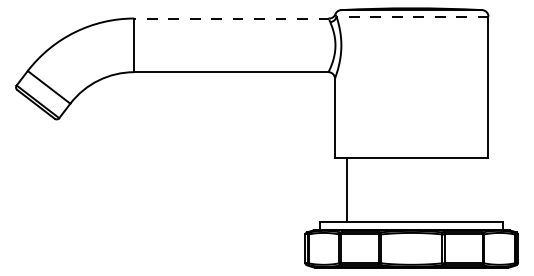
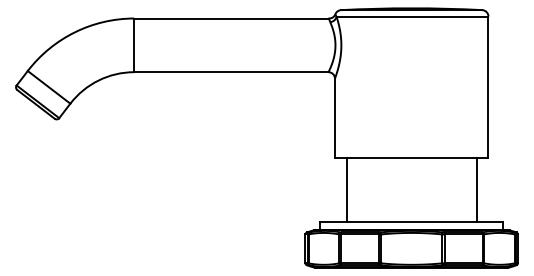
line at (412, 16): dashed -> solid
line at (231, 18): dashed -> solid
line at (476, 190): none -> present
